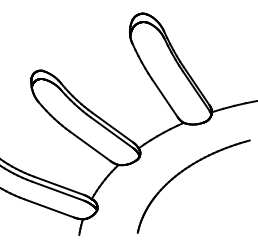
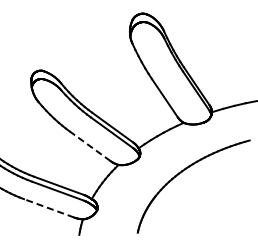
line at (89, 145): solid -> dashed
line at (49, 208): solid -> dashed
